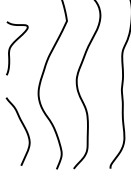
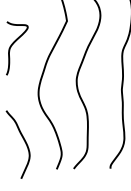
curve at (23, 127) position: (23, 127) -> (23, 140)
